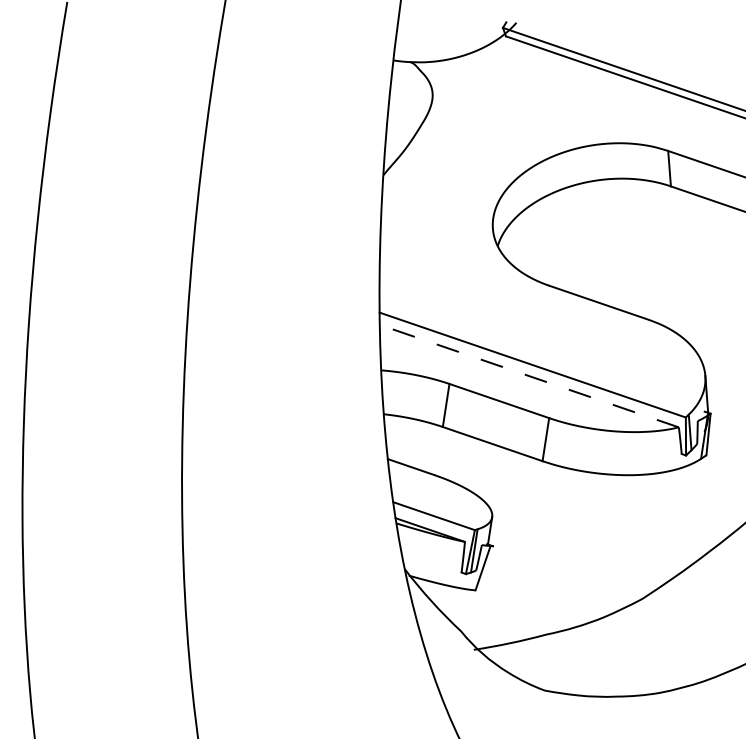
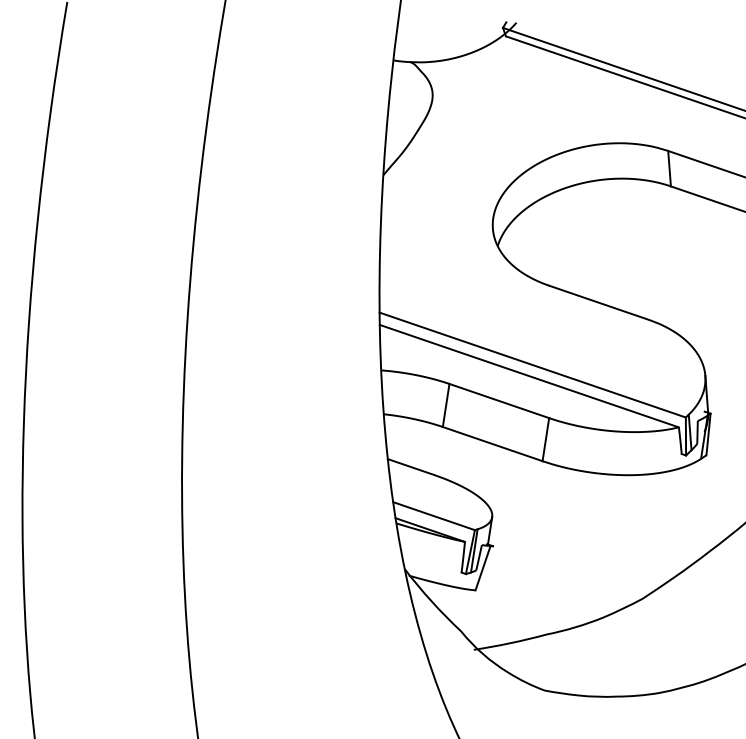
line at (528, 375): dashed -> solid
